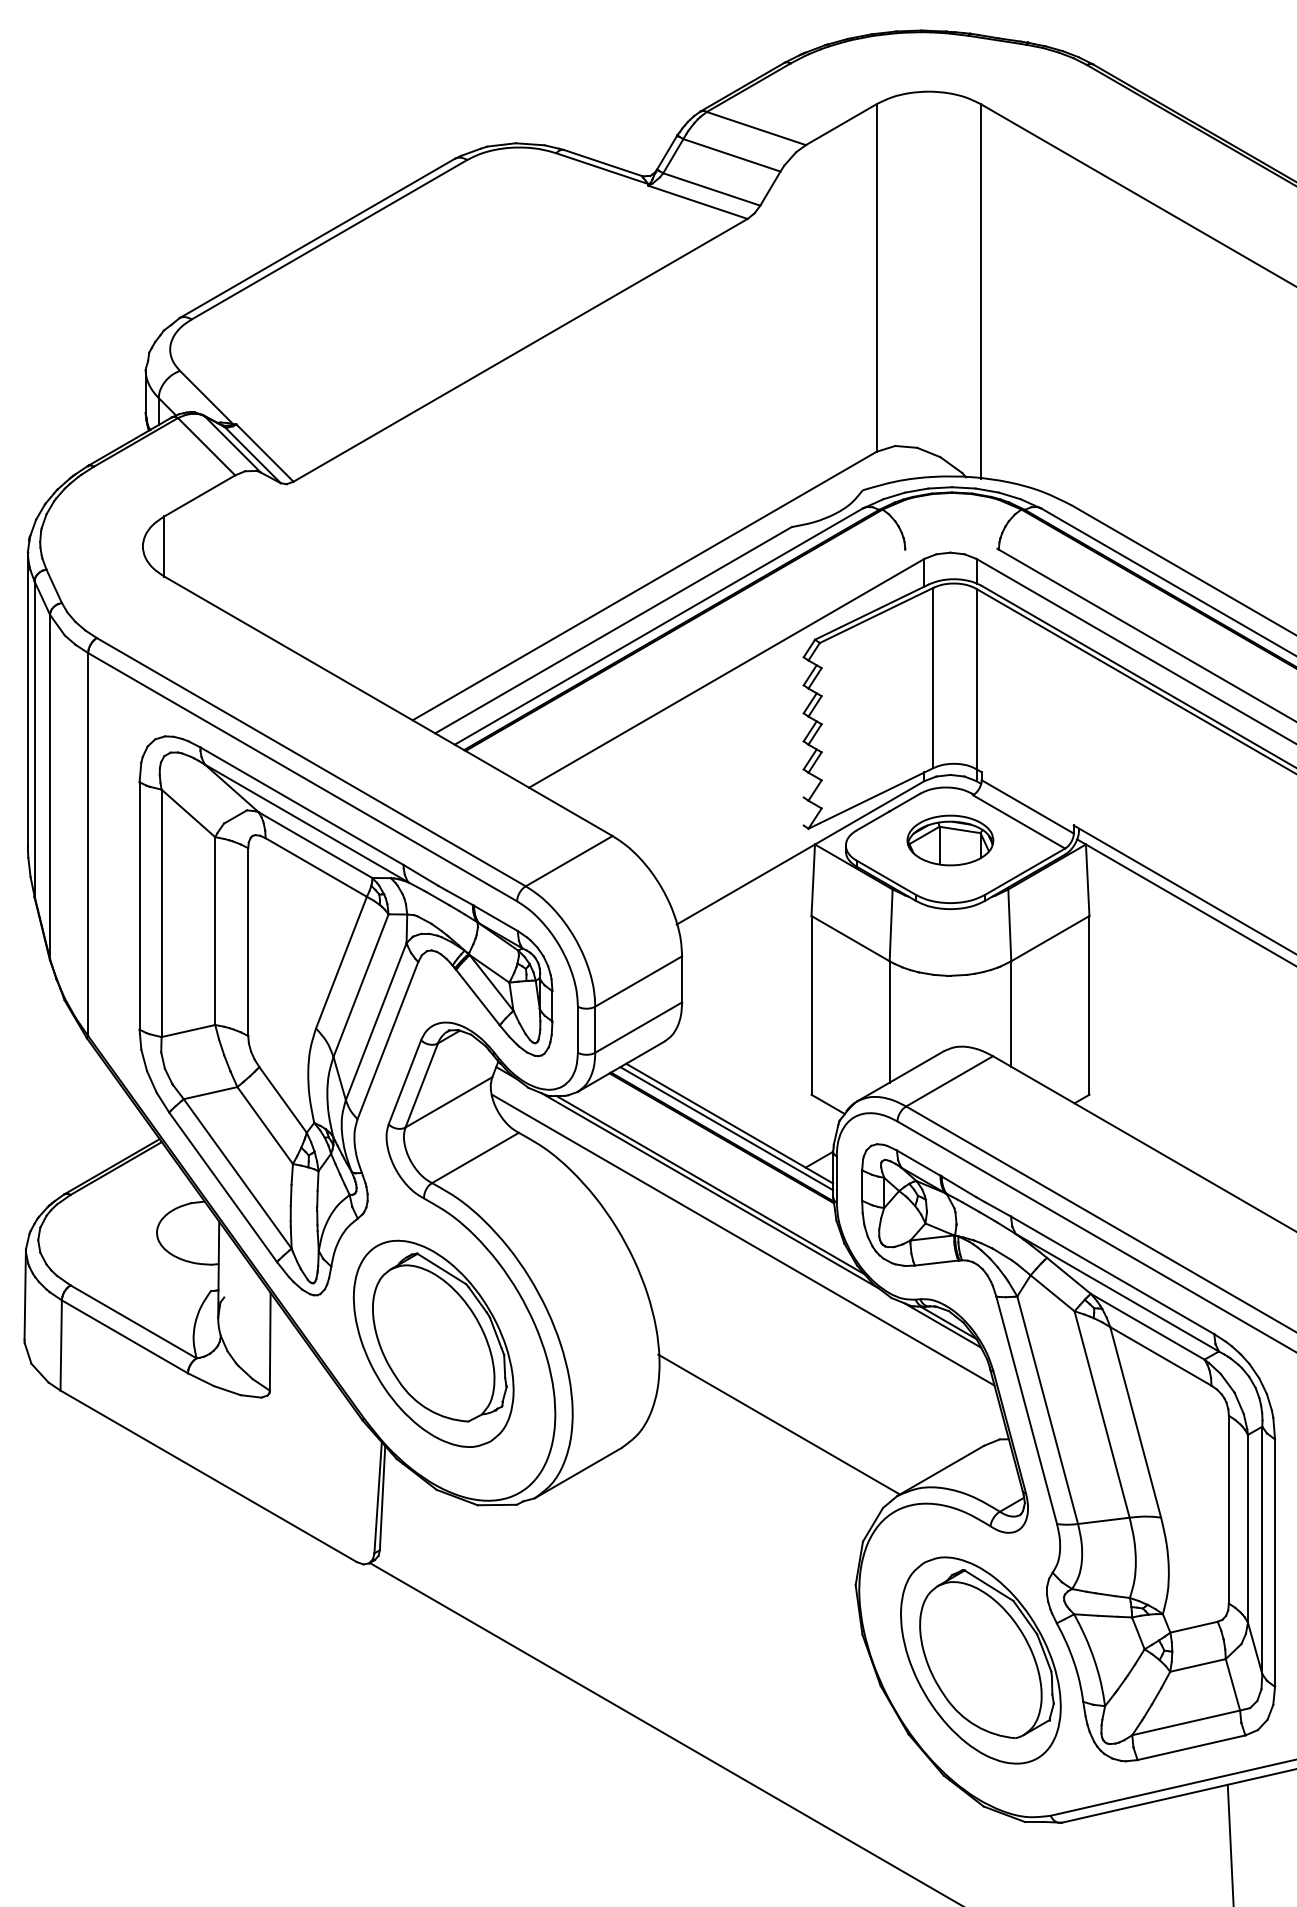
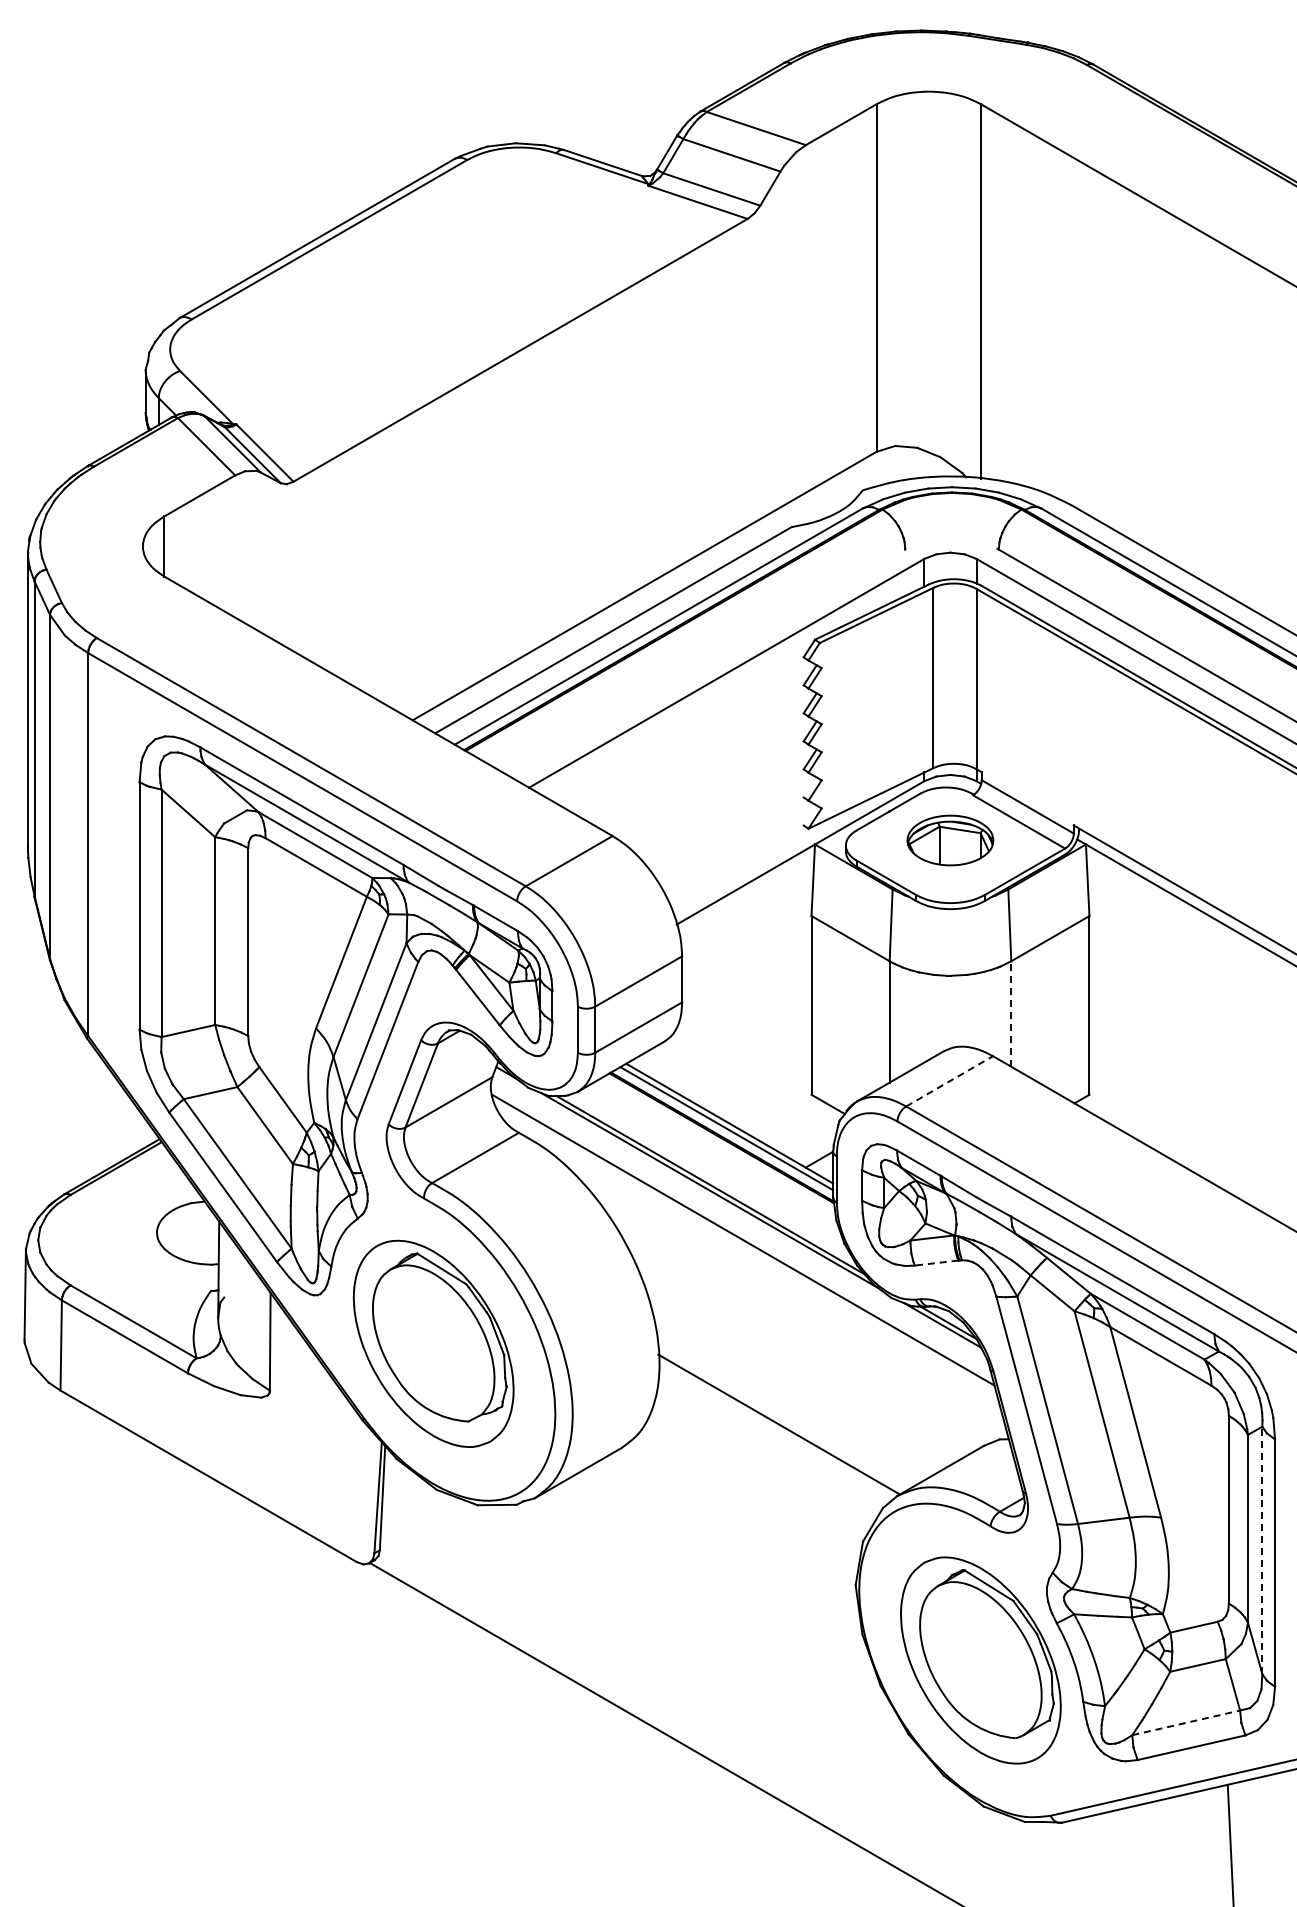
line at (1011, 1014): solid -> dashed
line at (950, 1081): solid -> dashed
line at (936, 1263): solid -> dashed
line at (1262, 1550): solid -> dashed
line at (1186, 1722): solid -> dashed
